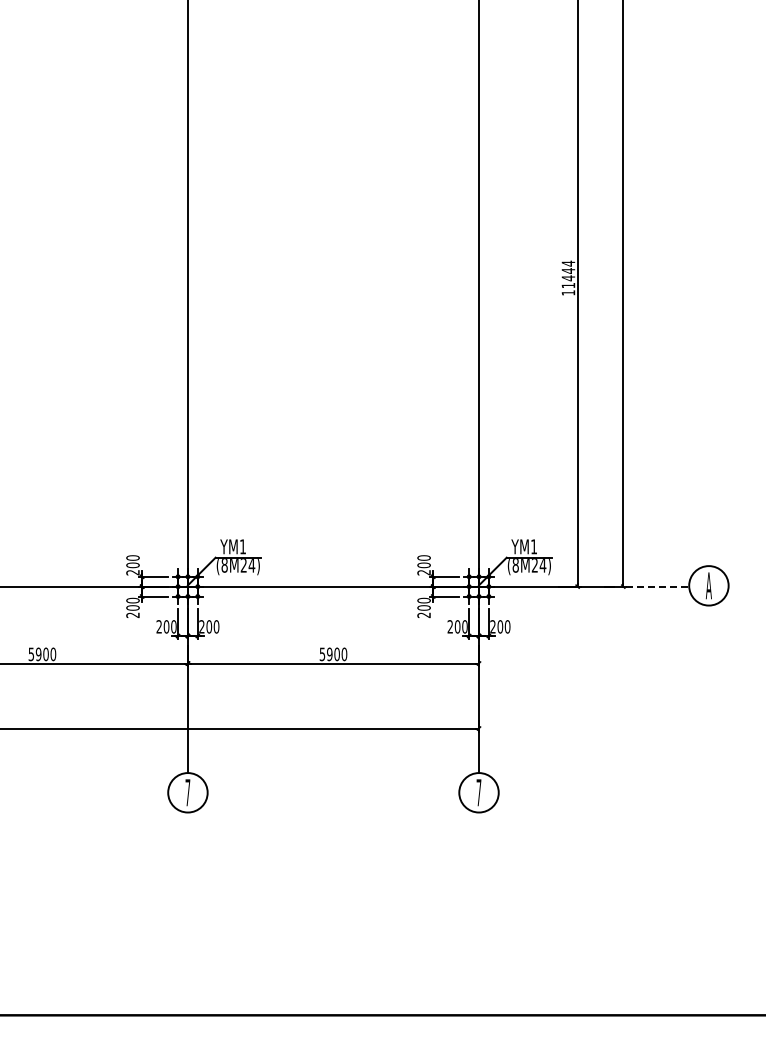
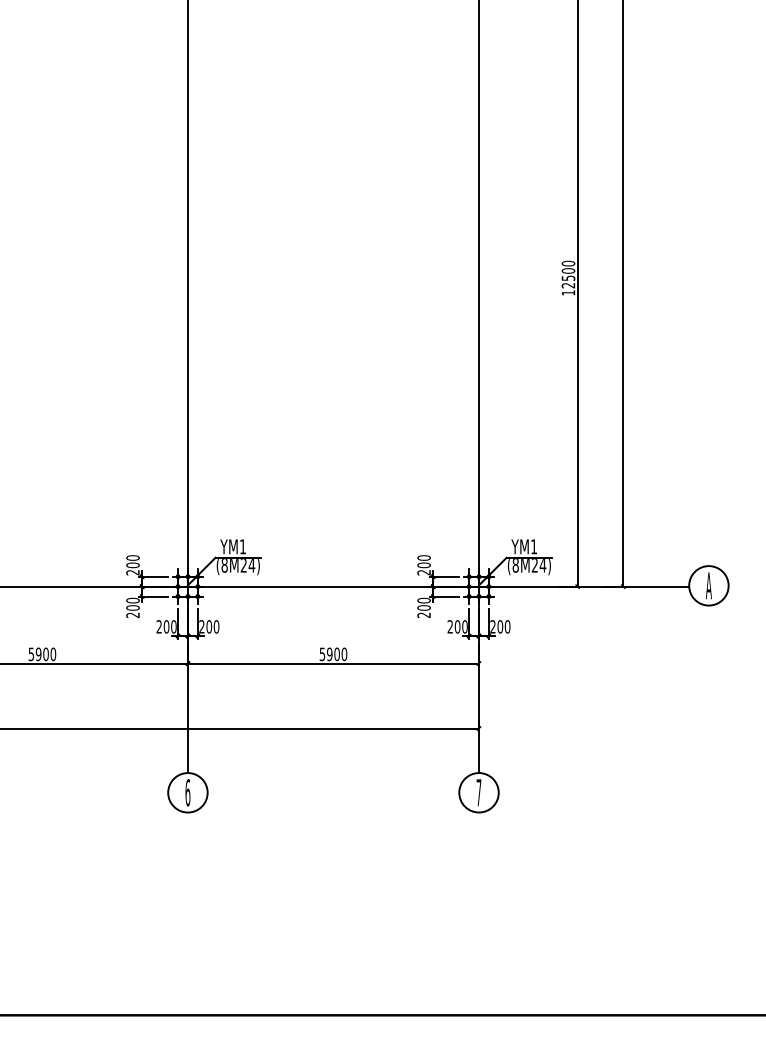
text at (568, 274): 11444 -> 12500
line at (657, 586): dashed -> solid
text at (187, 792): 7 -> 6
